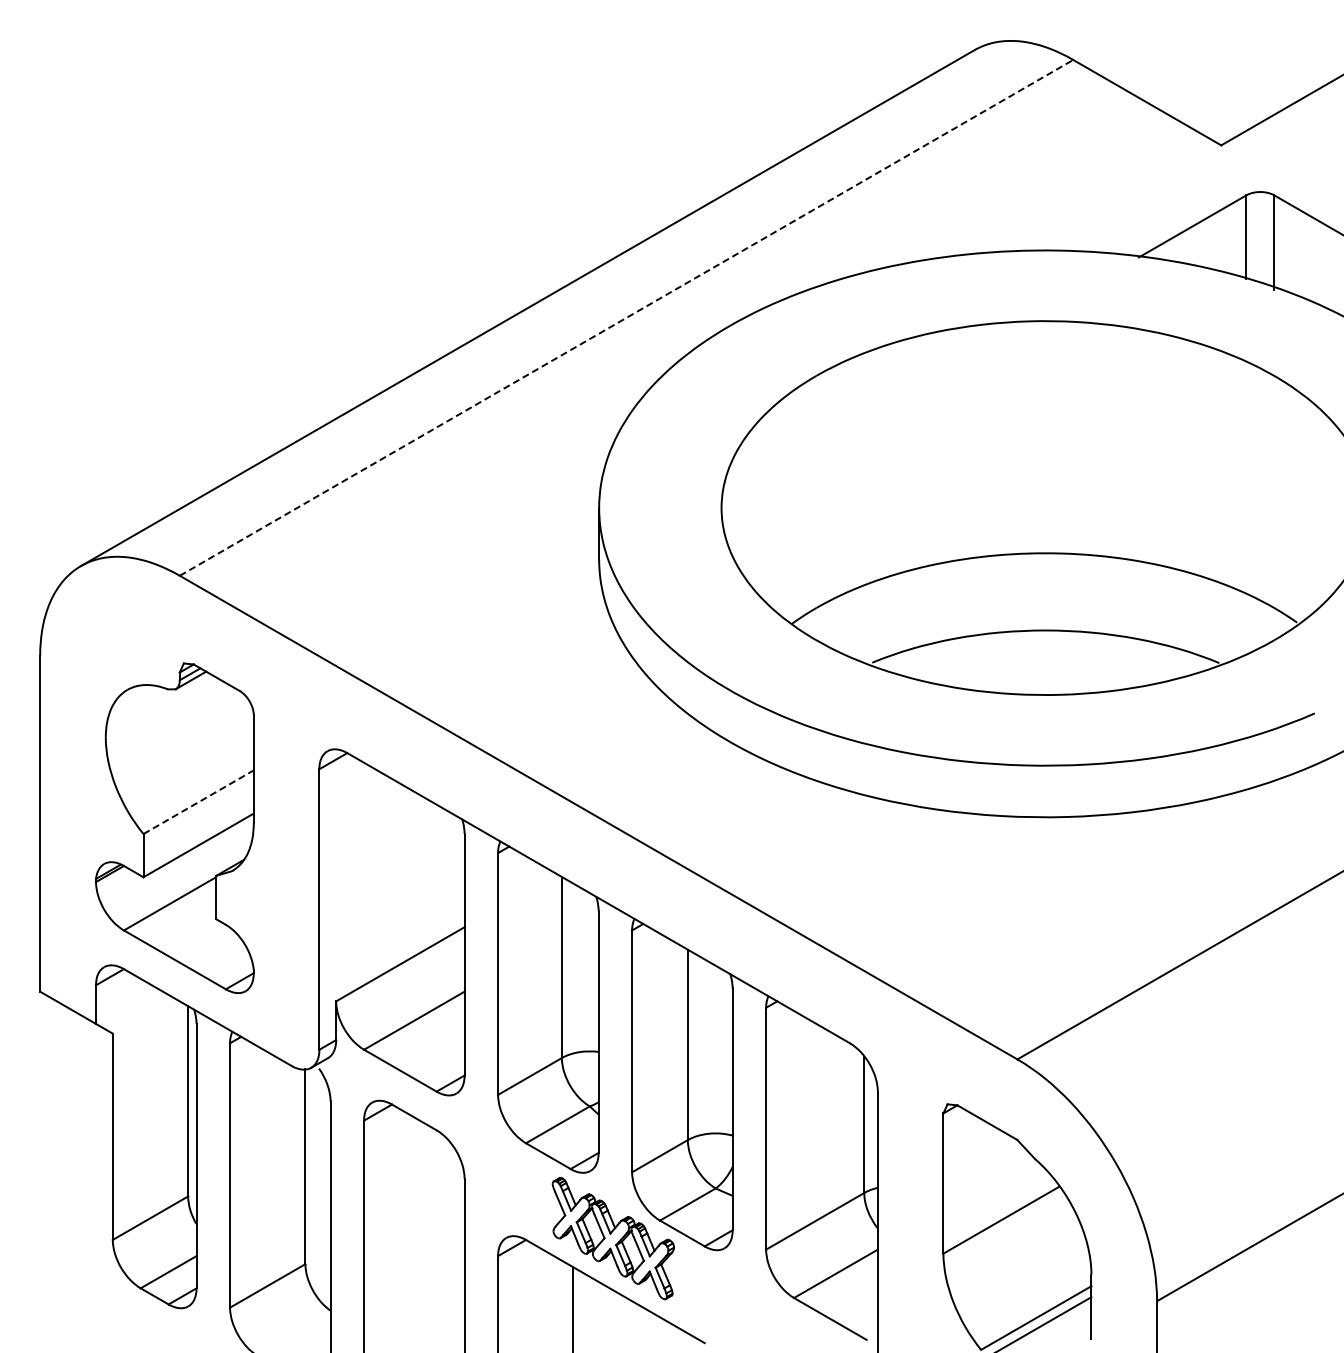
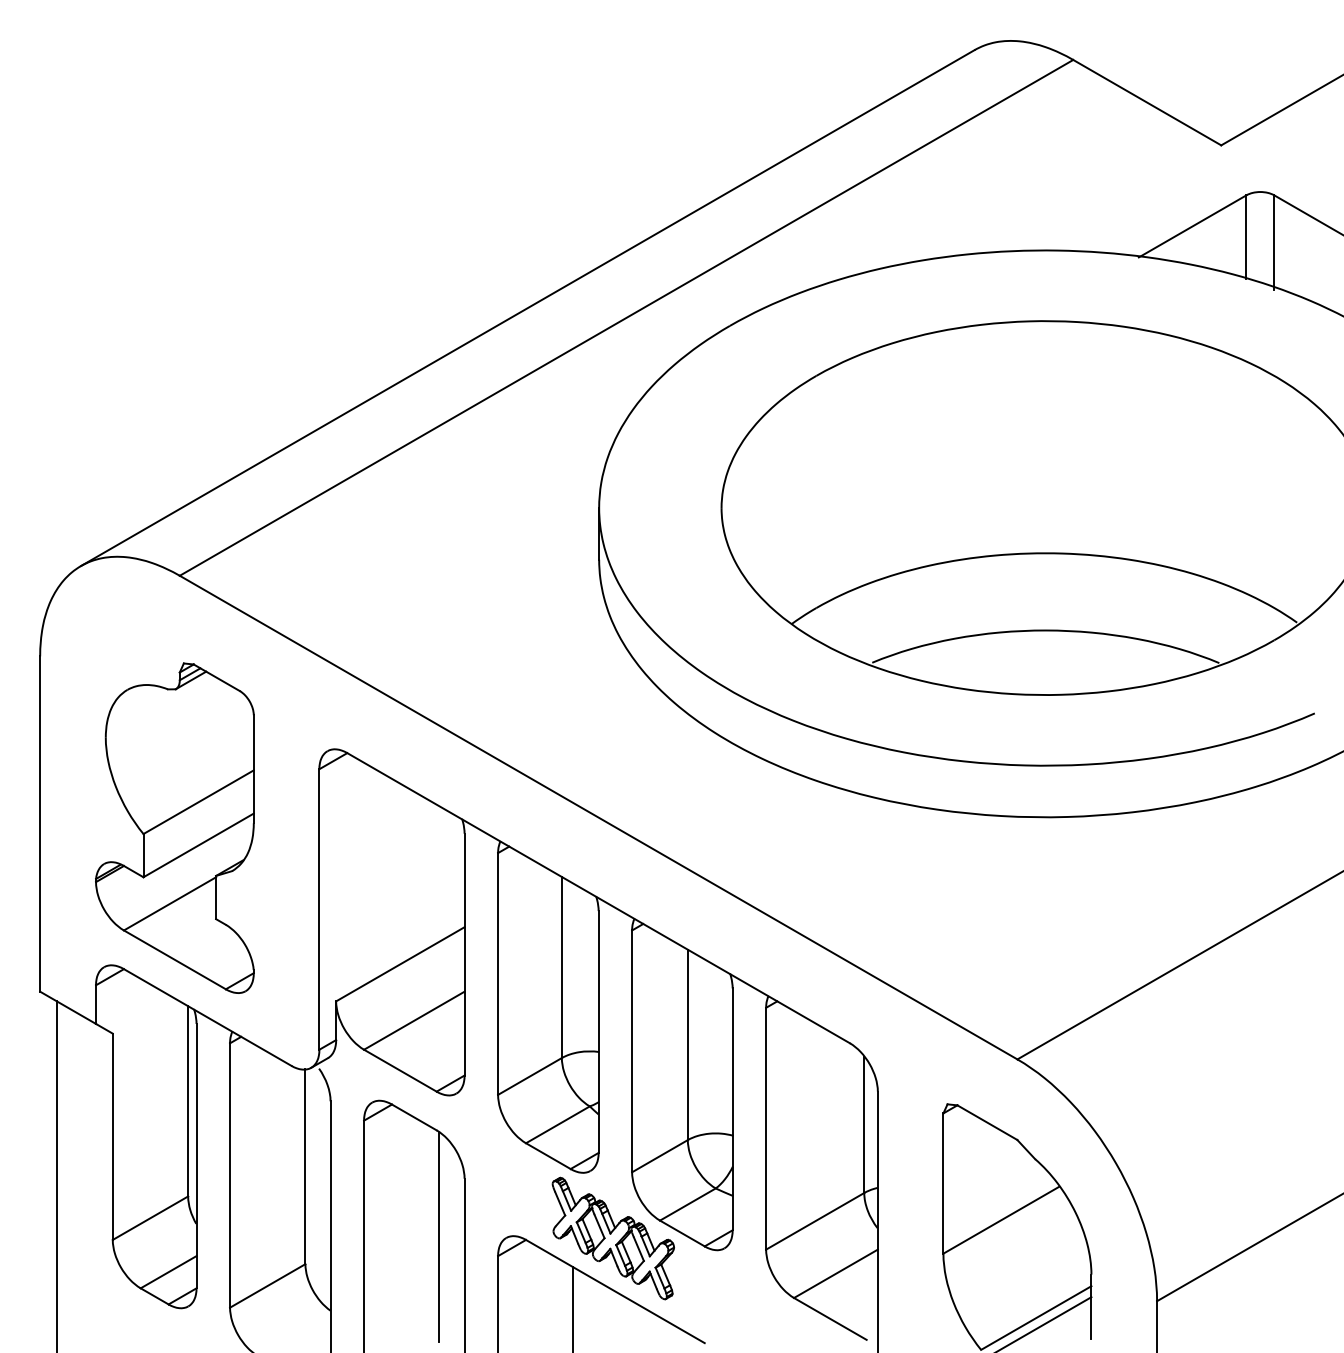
line at (626, 317): dashed -> solid
line at (198, 802): dashed -> solid
line at (56, 1175): none -> present
line at (439, 1237): none -> present
